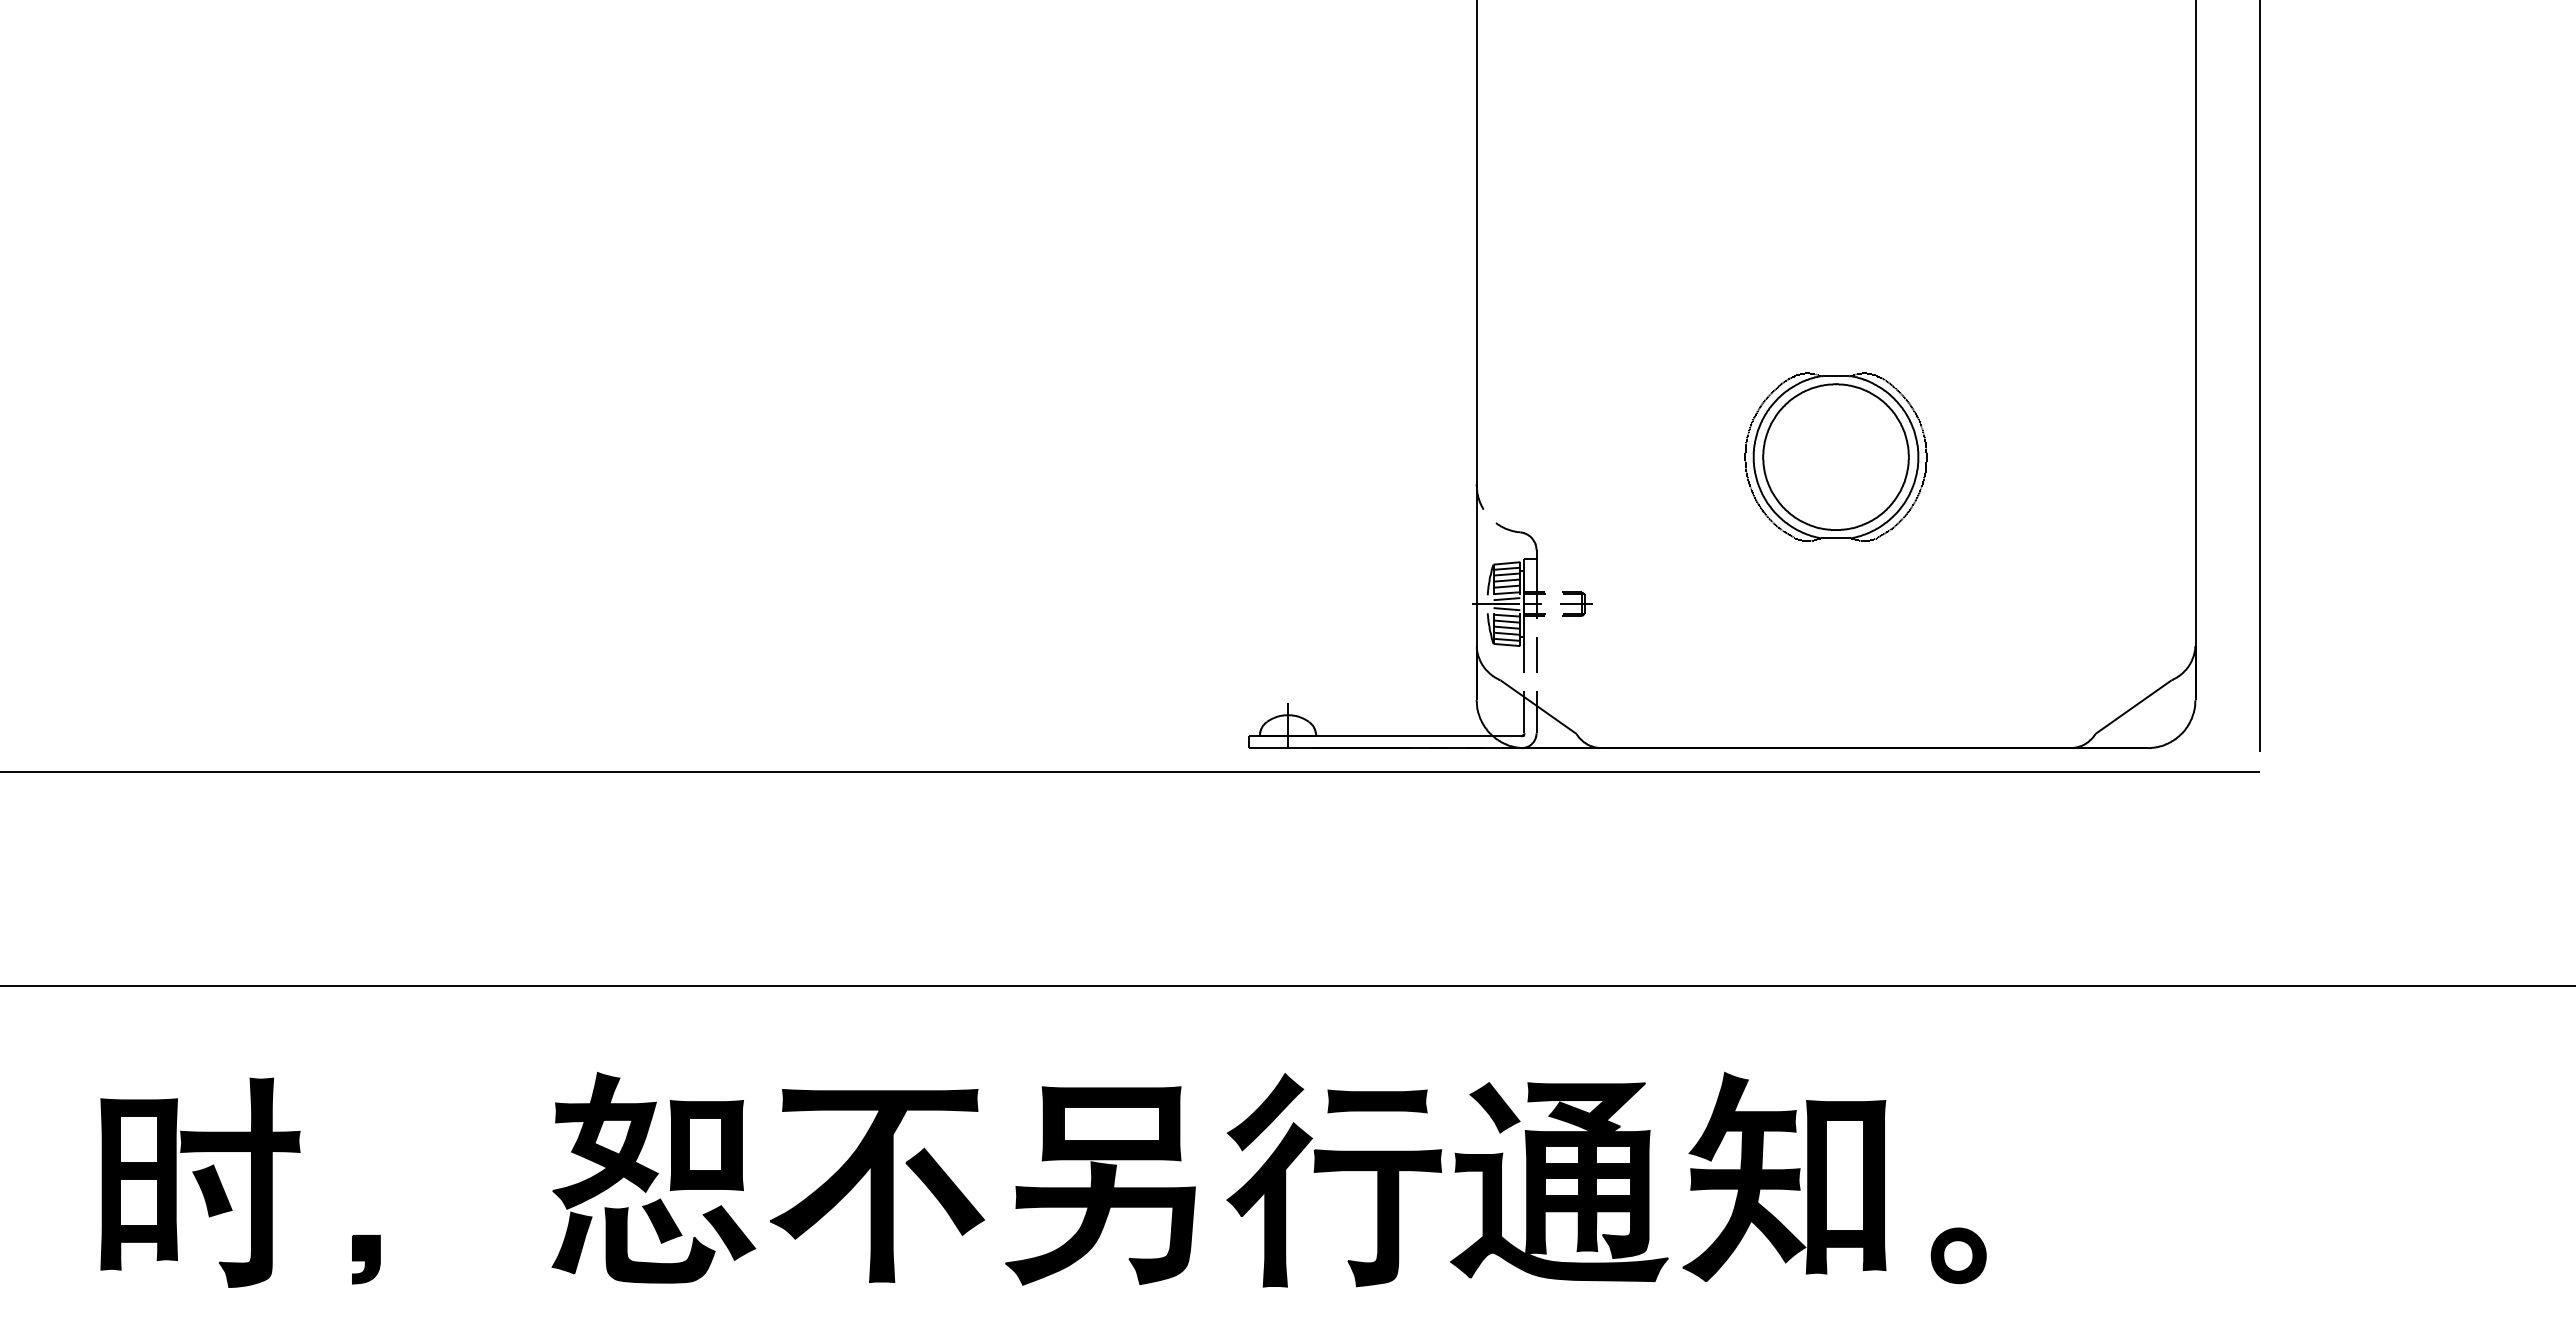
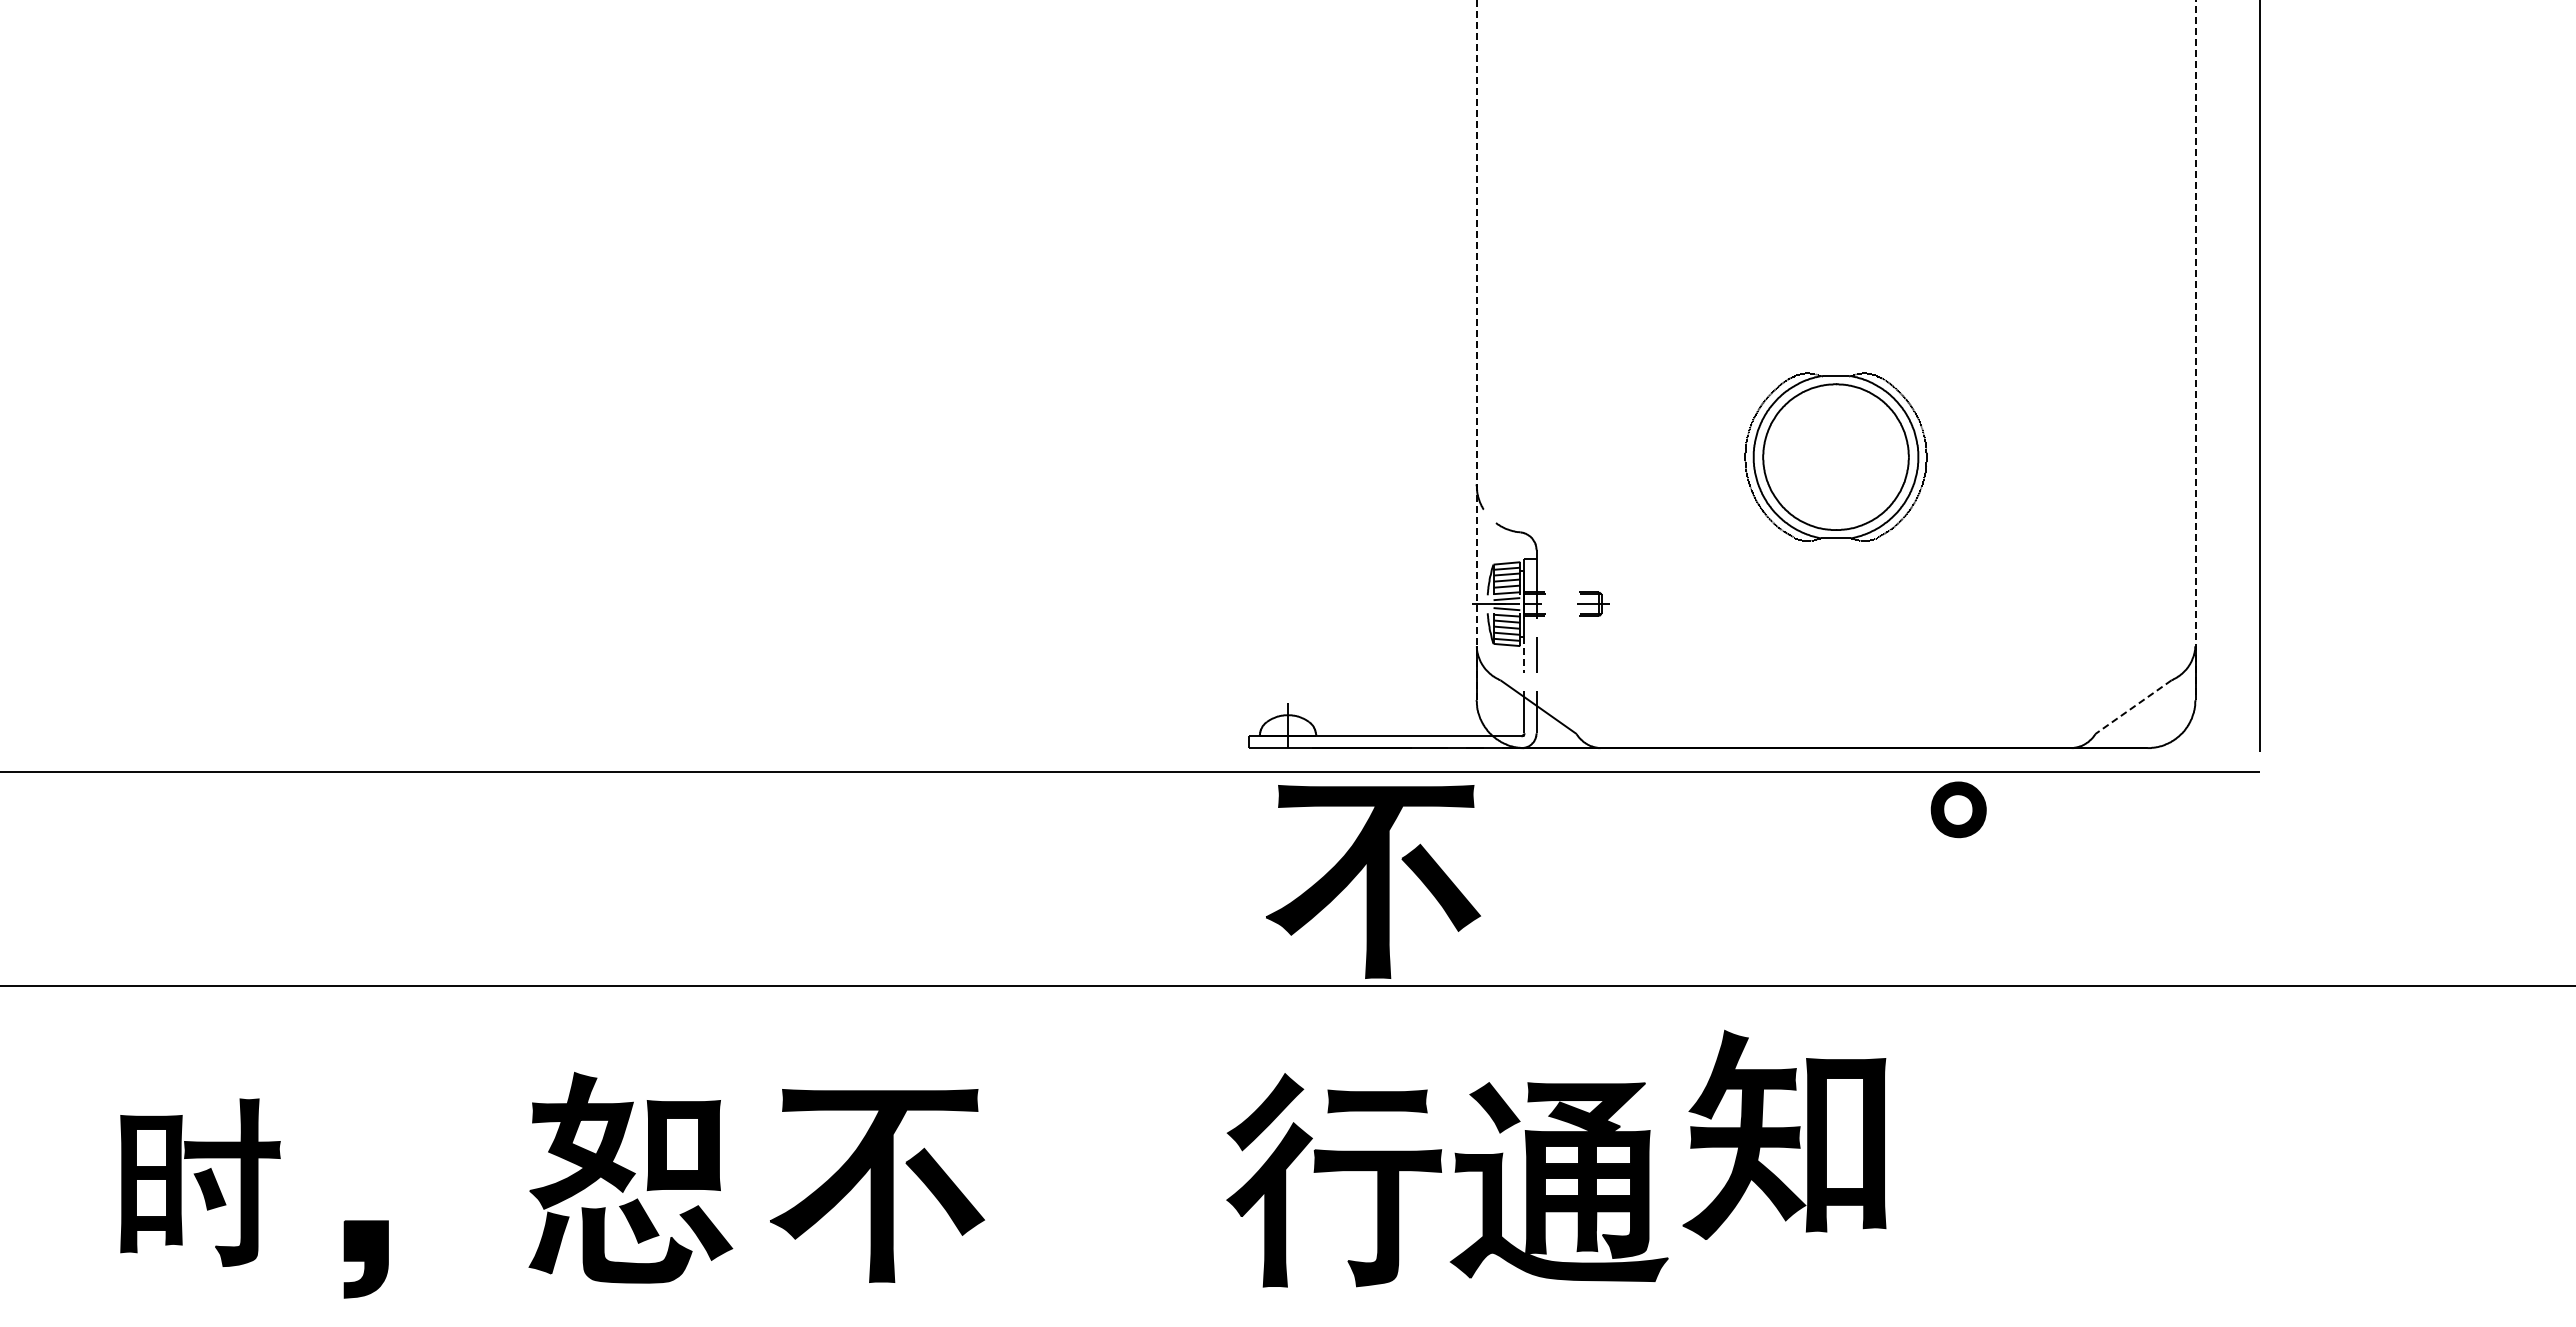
line at (1476, 350): solid -> dashed
line at (2195, 350): solid -> dashed
part at (1576, 603) position: (1576, 603) -> (1593, 603)
line at (1524, 655): solid -> dashed
line at (2133, 707): solid -> dashed
part at (1373, 881): none -> present
part at (1784, 1176) position: (1784, 1176) -> (1784, 1134)
part at (653, 1177) position: (653, 1177) -> (630, 1177)
part at (200, 1182) size: 201x211 px -> 161x169 px
part at (1100, 1185): present -> none
part at (1958, 1255) position: (1958, 1255) -> (1958, 809)
part at (366, 1259) size: 29x50 px -> 46x79 px
